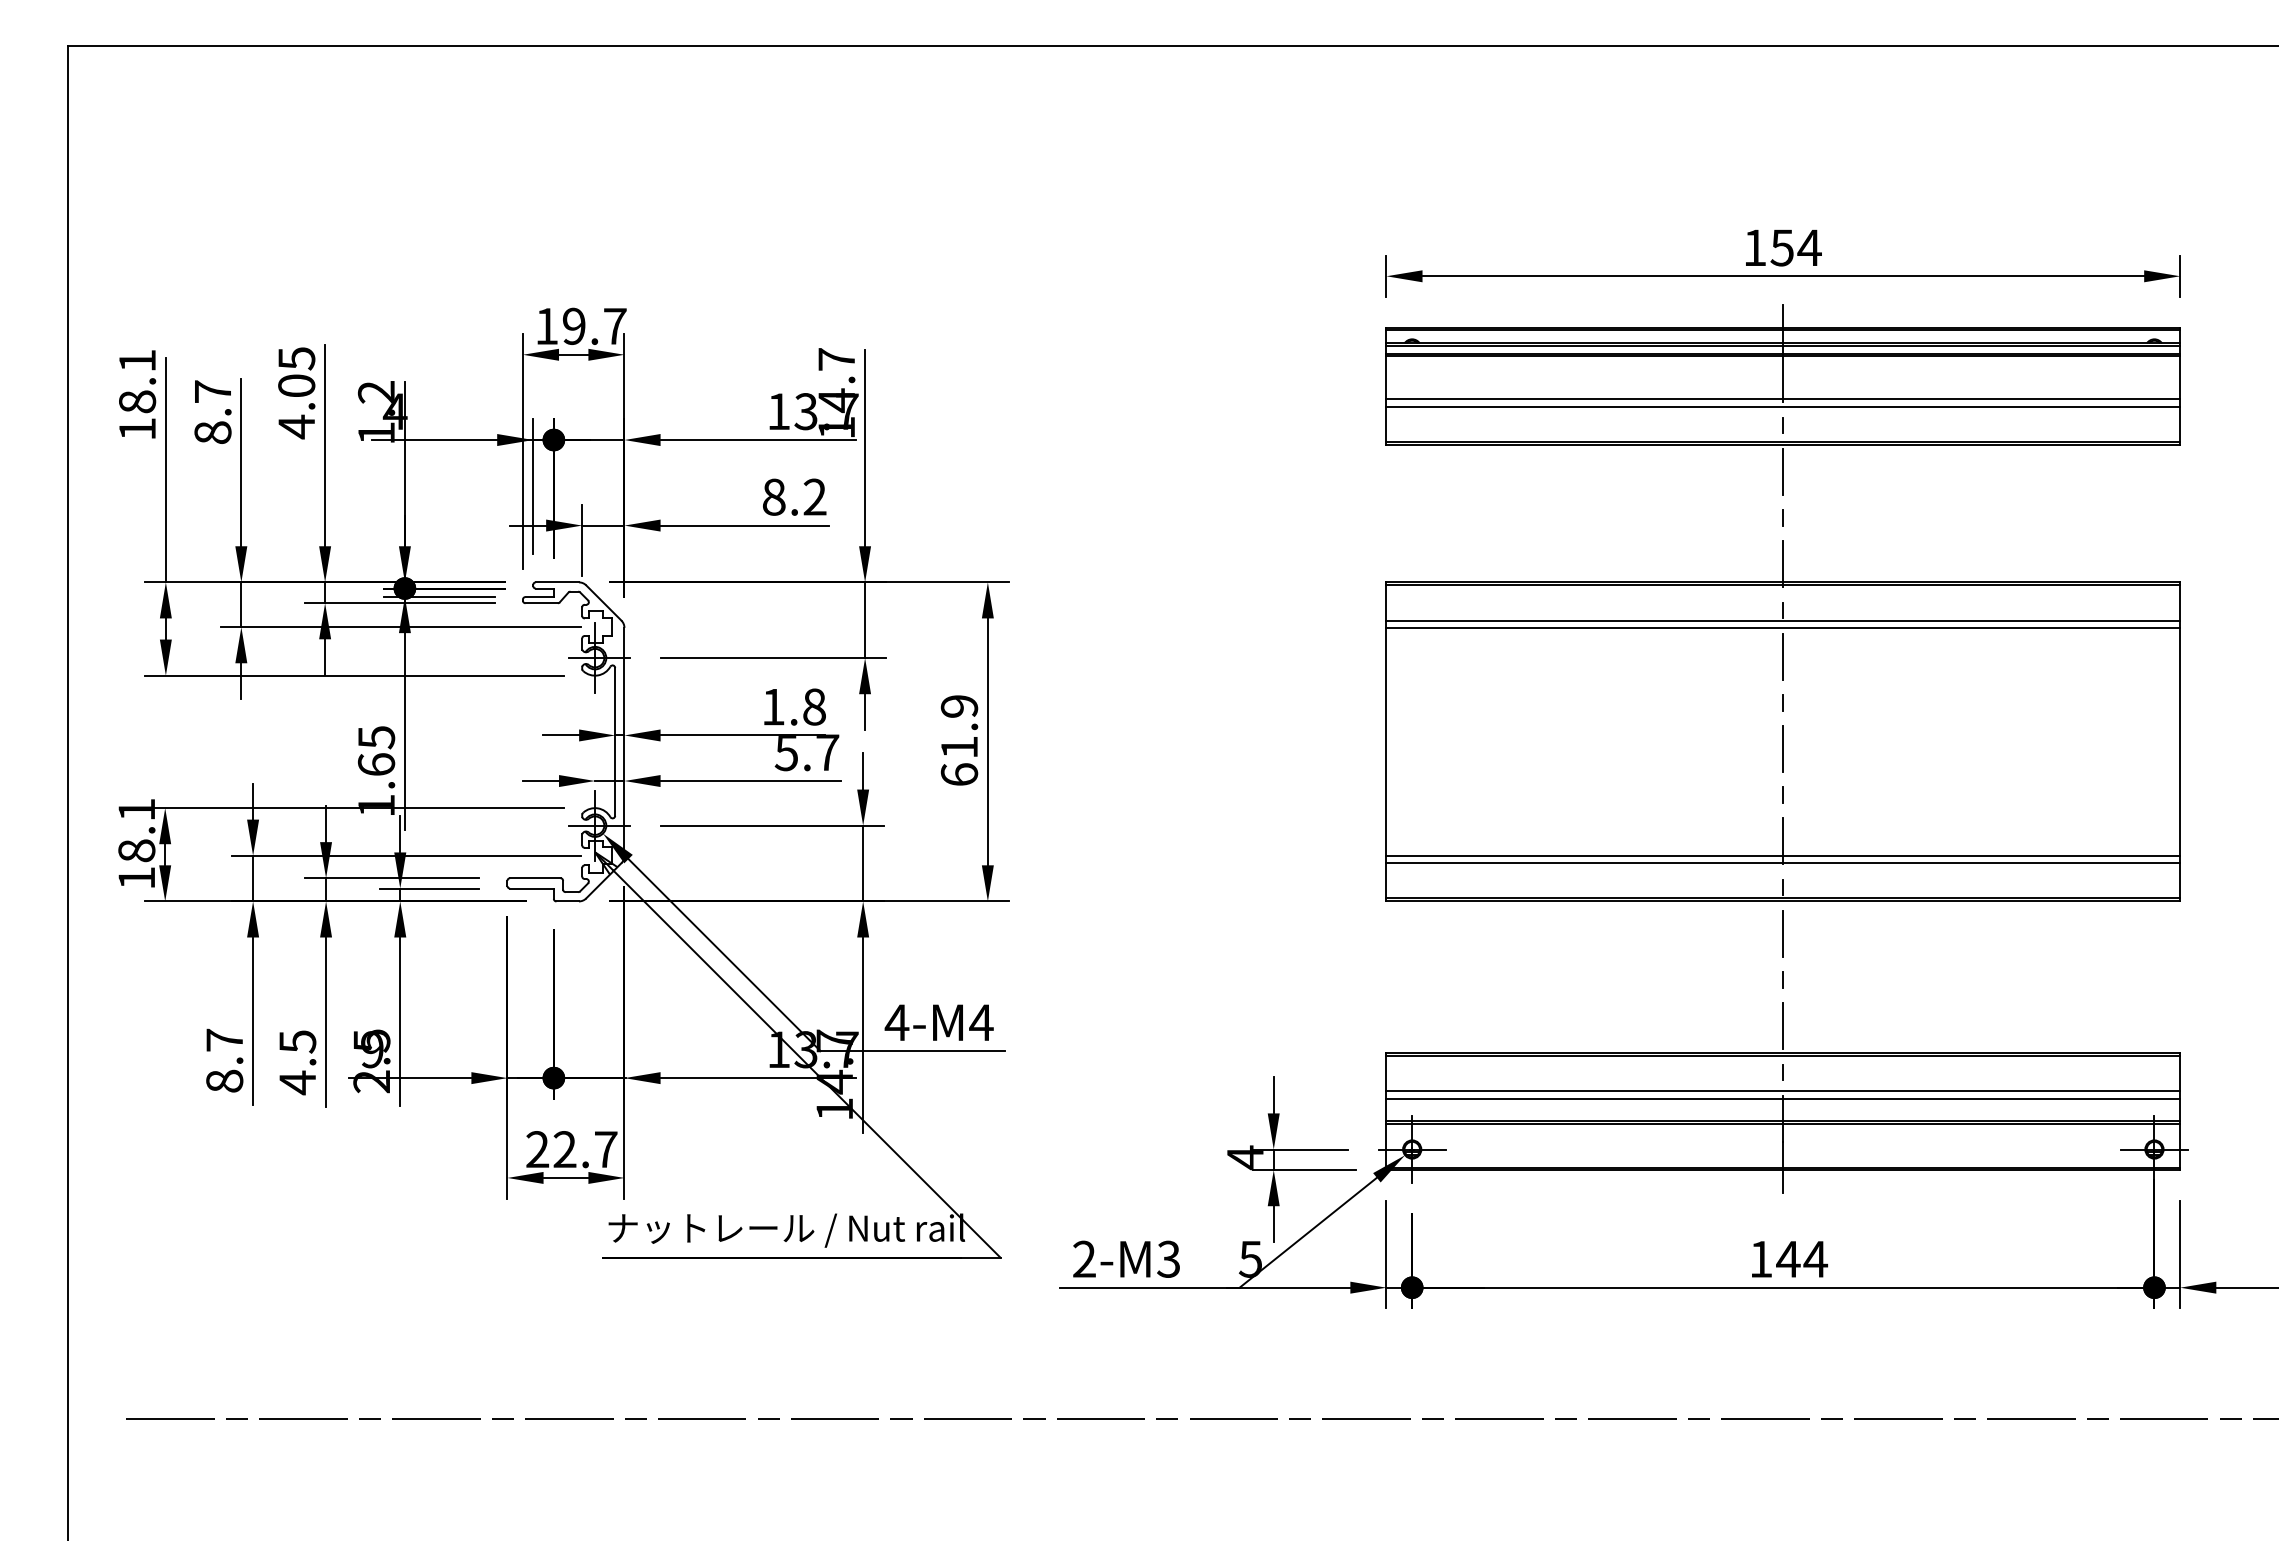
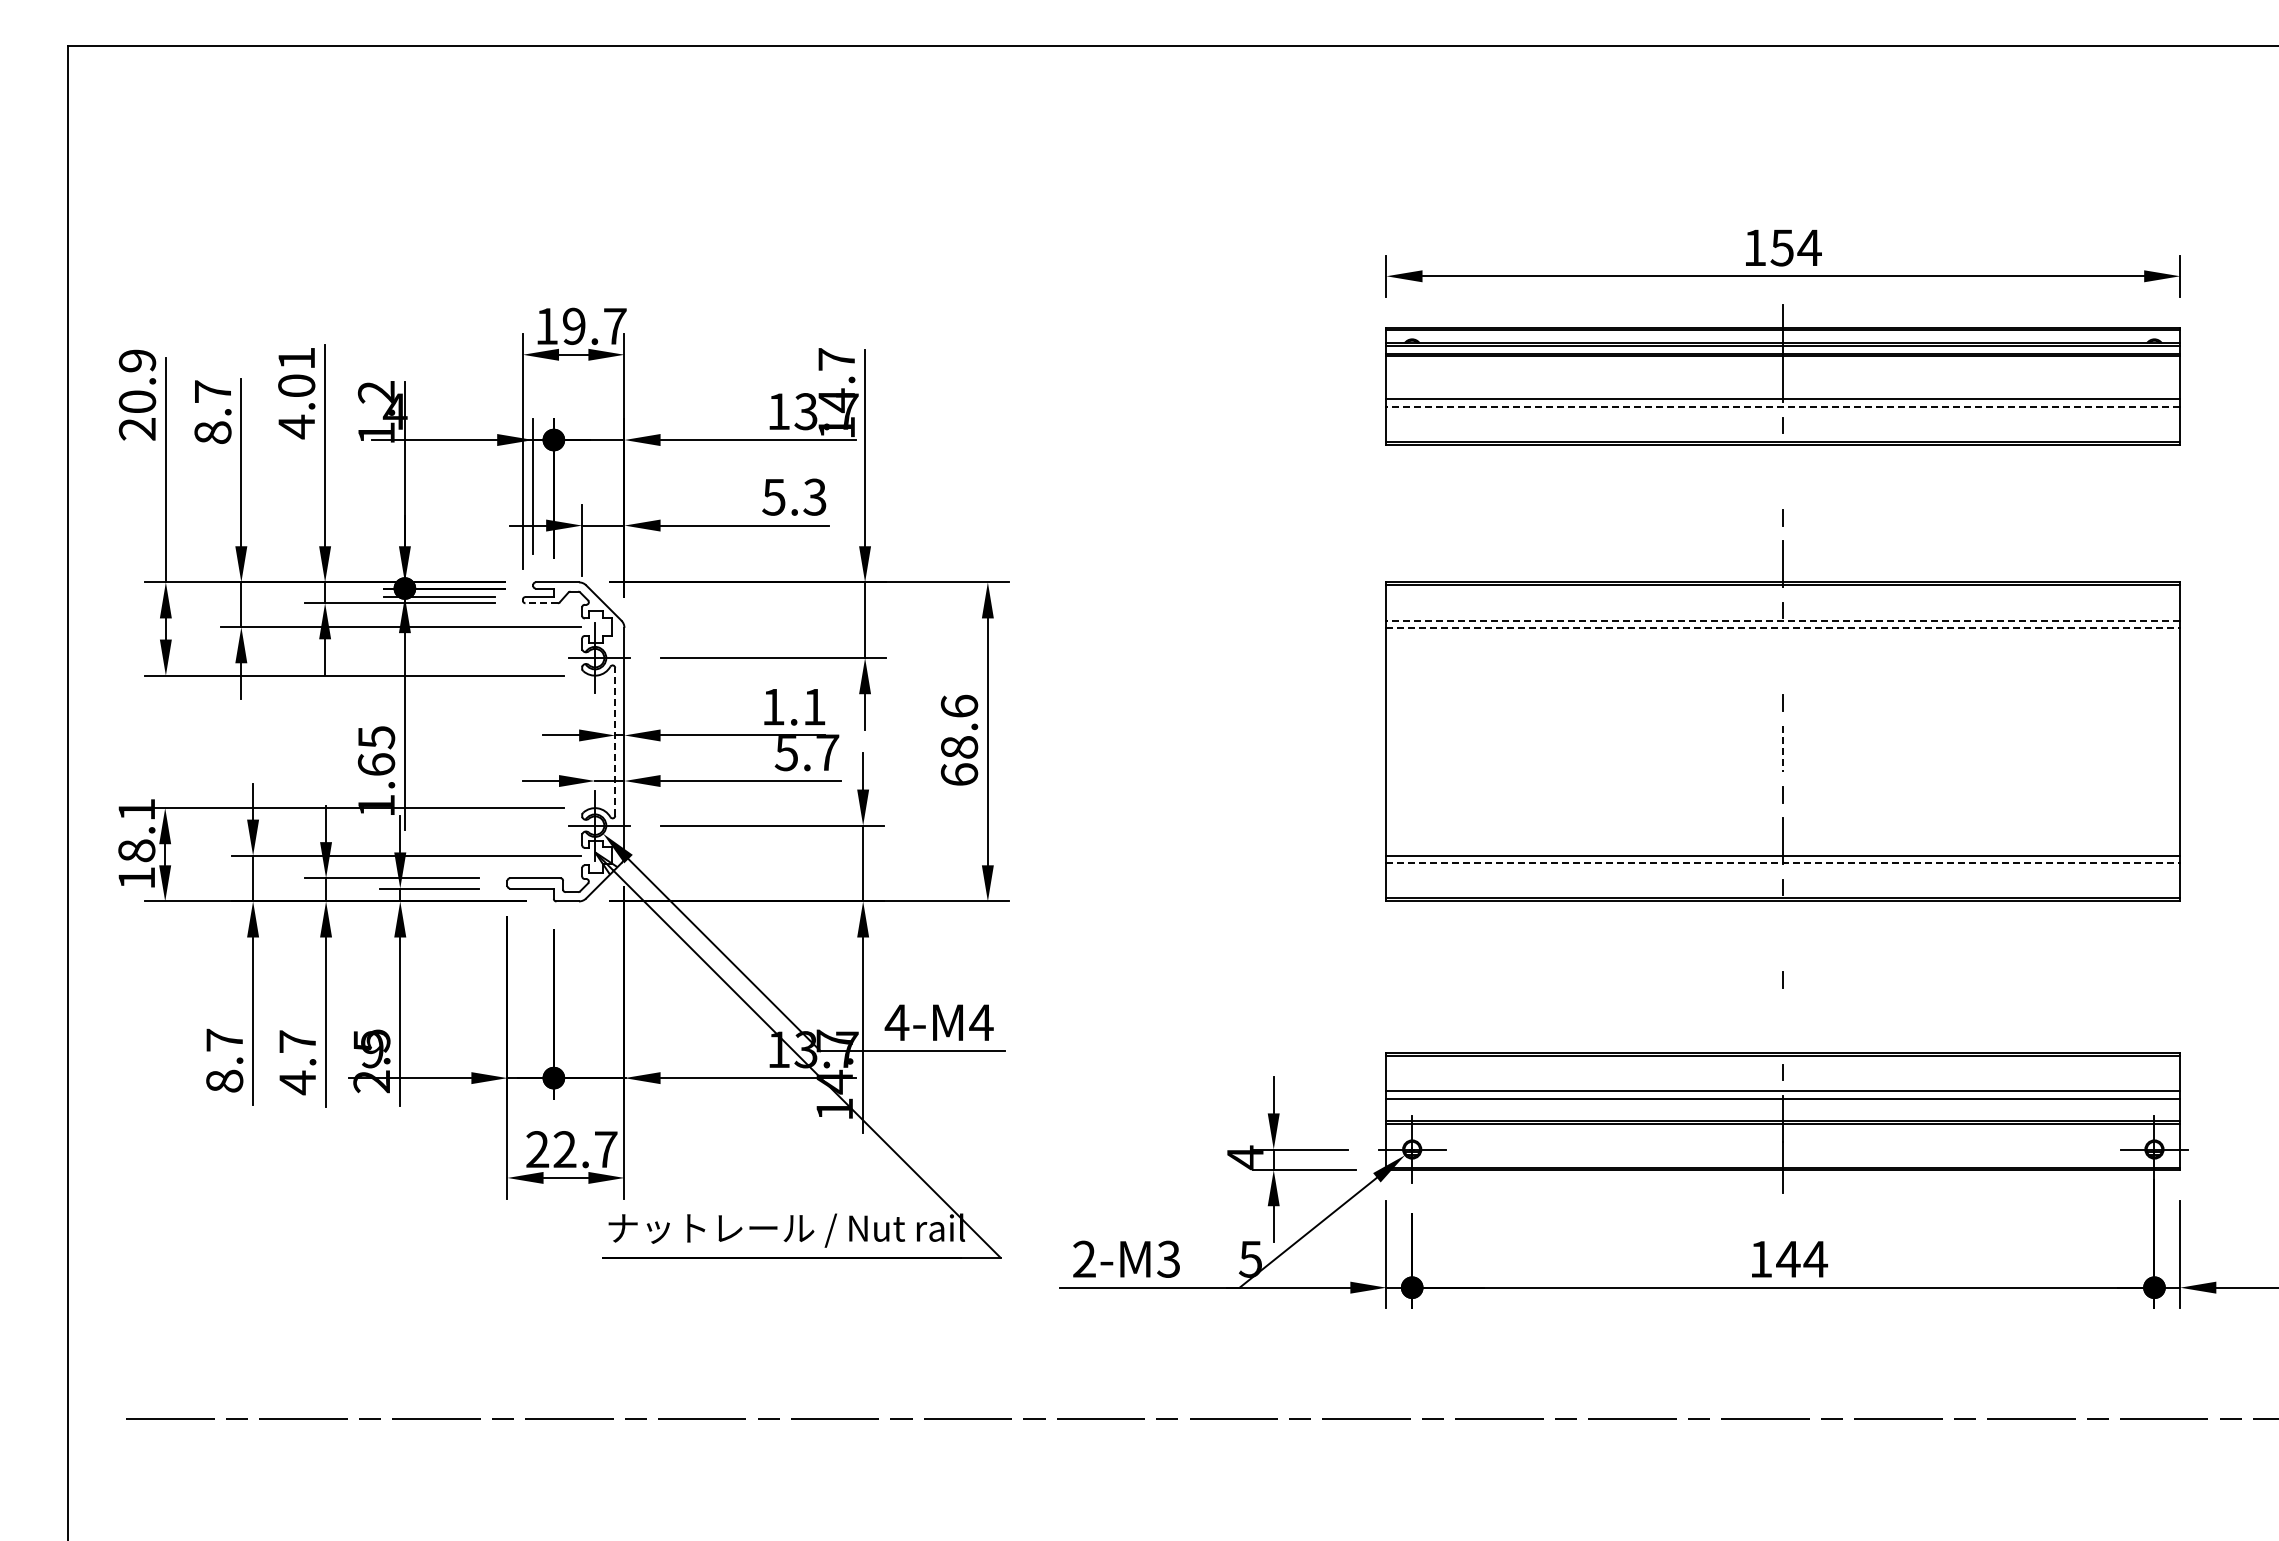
text at (296, 358): 4.05 -> 4.01
text at (137, 394): 18.1 -> 20.9
line at (1783, 406): solid -> dashed
line at (1783, 471): present -> none
text at (794, 496): 8.2 -> 5.3
line at (541, 603): solid -> dashed
line at (1783, 620): solid -> dashed
line at (1783, 627): solid -> dashed
line at (1783, 656): present -> none
text at (814, 706): 1.8 -> 1.1
text at (959, 726): 61.9 -> 68.6
line at (615, 741): solid -> dashed
line at (1783, 749): solid -> dashed
line at (1783, 863): solid -> dashed
line at (1783, 933): present -> none
line at (1783, 1026): present -> none
text at (297, 1041): 4.5 -> 4.7
